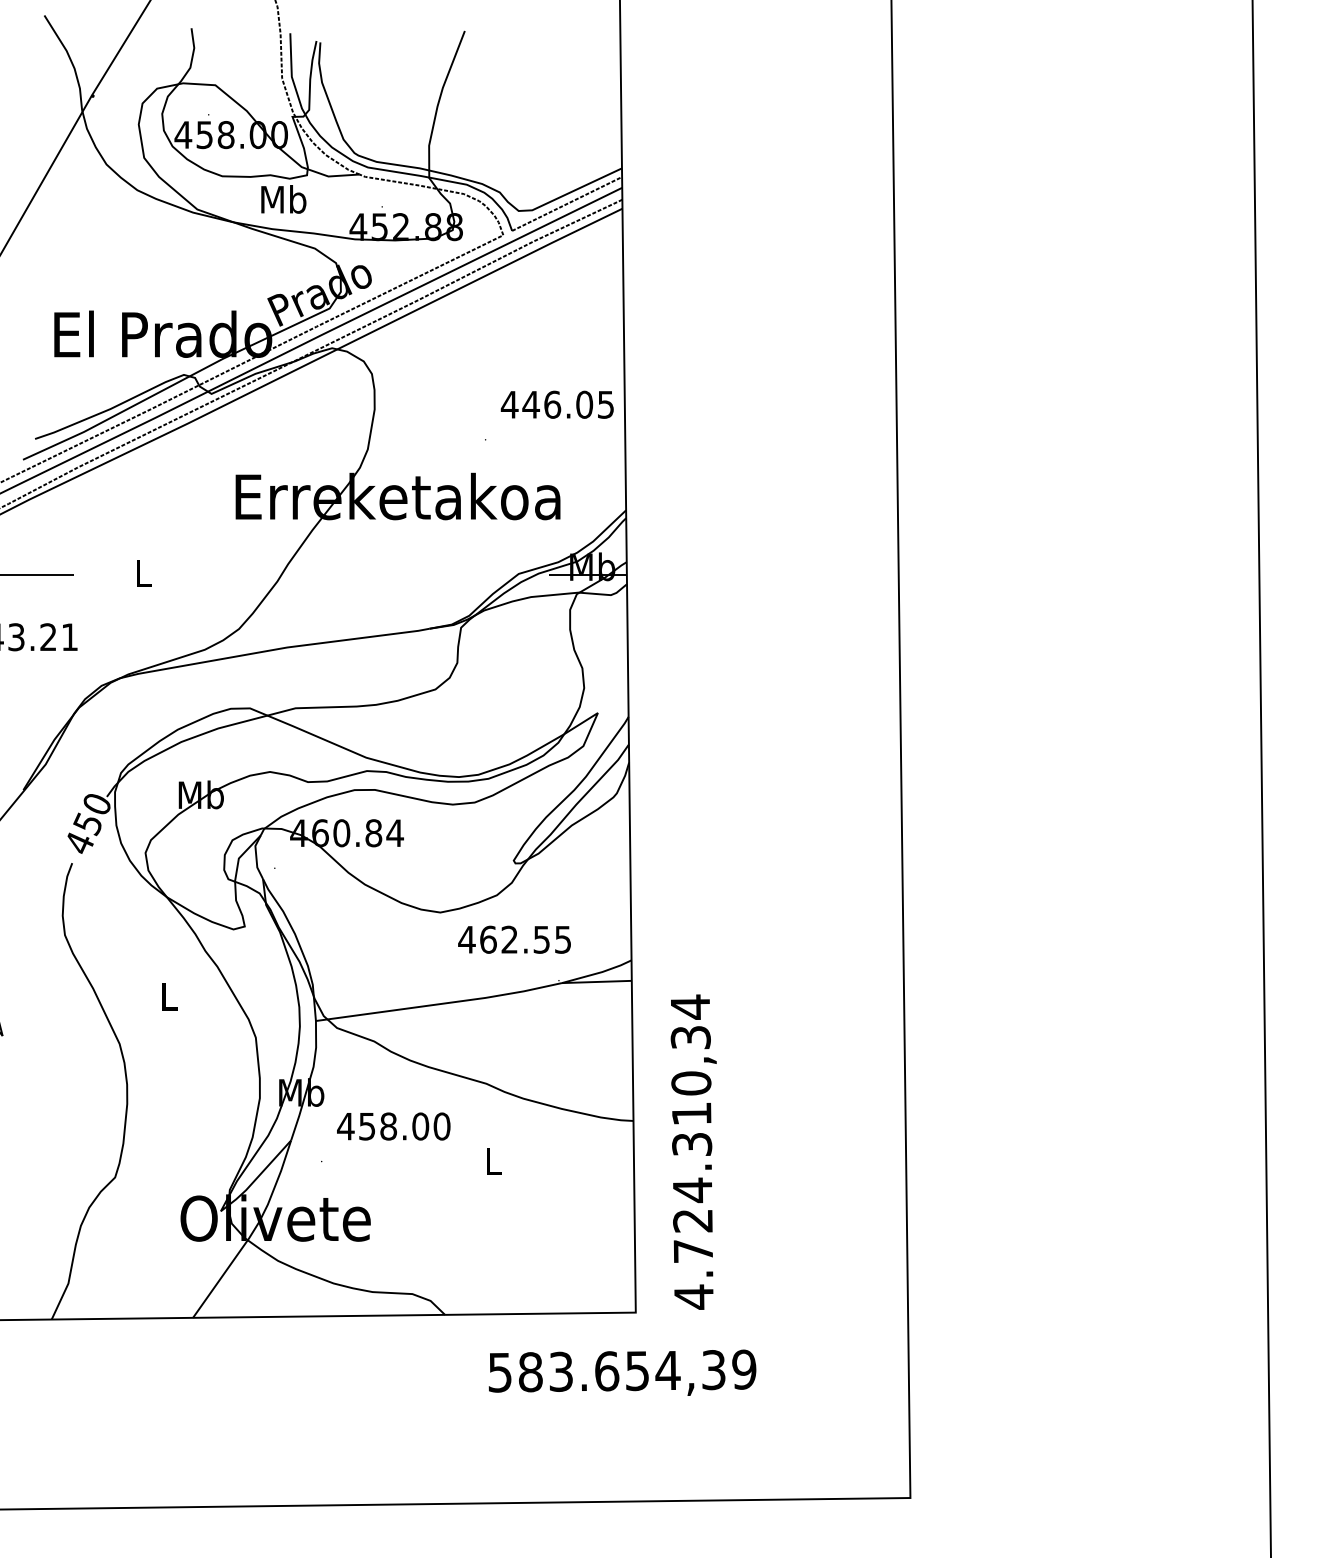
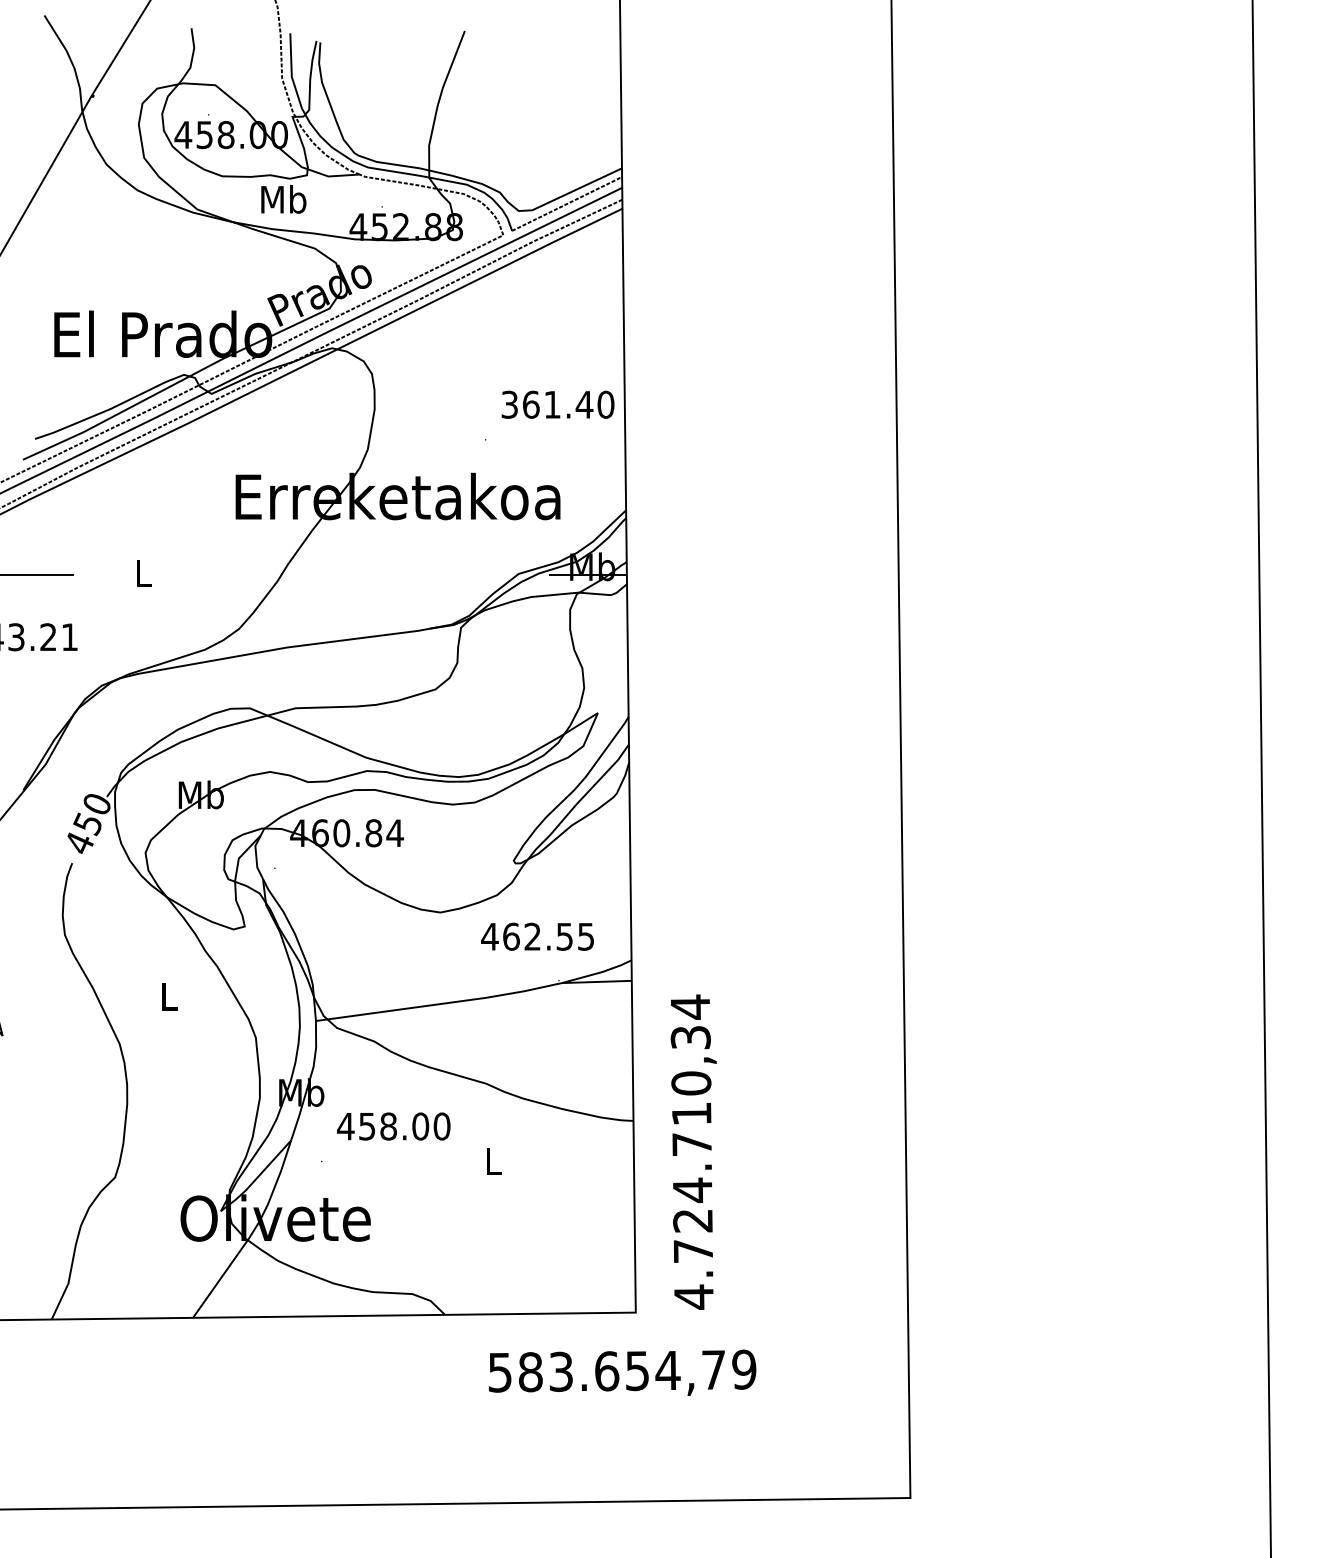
text at (557, 404): 446.05 -> 361.40
text at (514, 939) position: (514, 939) -> (537, 936)
text at (692, 1144): 4.724.310,34 -> 4.724.710,34
text at (713, 1370): 583.654,39 -> 583.654,79
